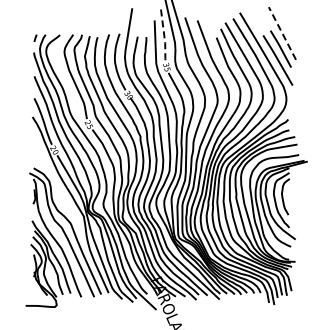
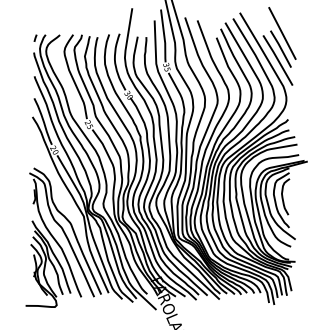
line at (282, 33): dashed -> solid
line at (164, 37): dashed -> solid
